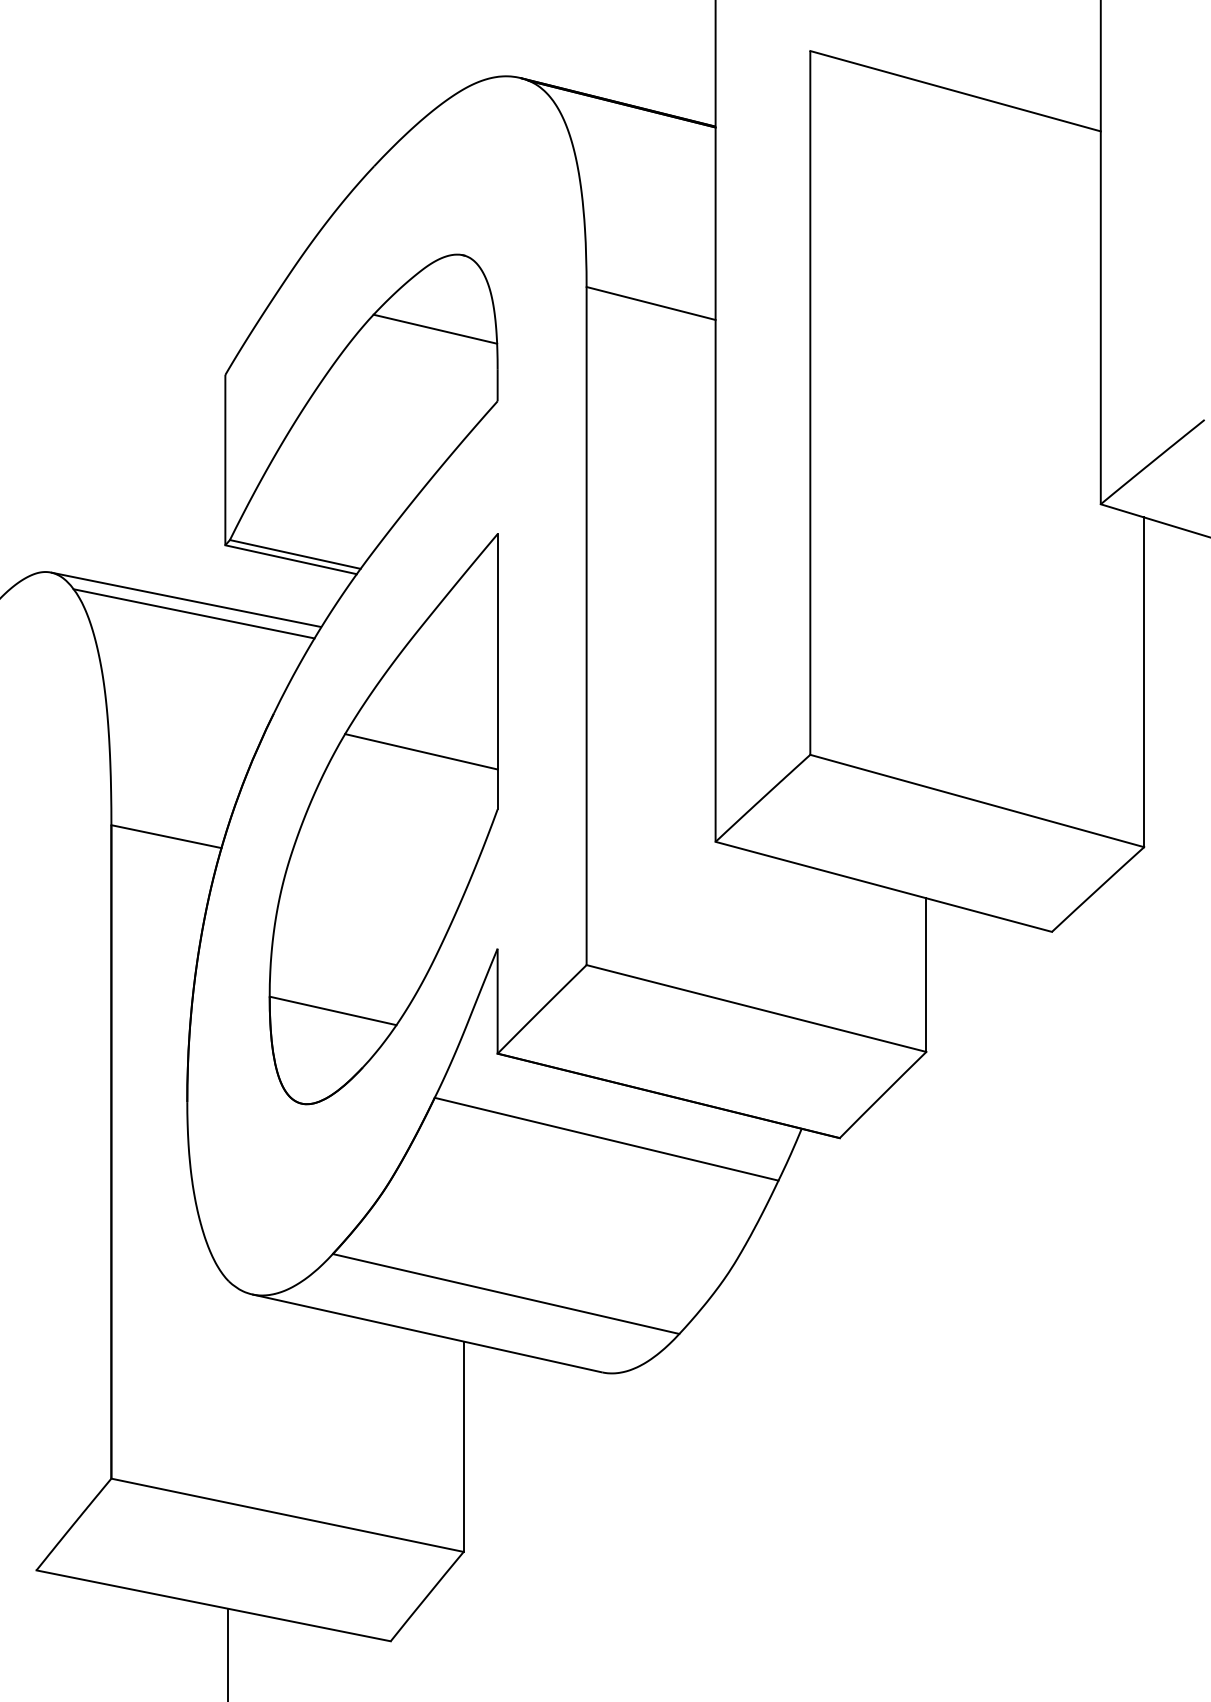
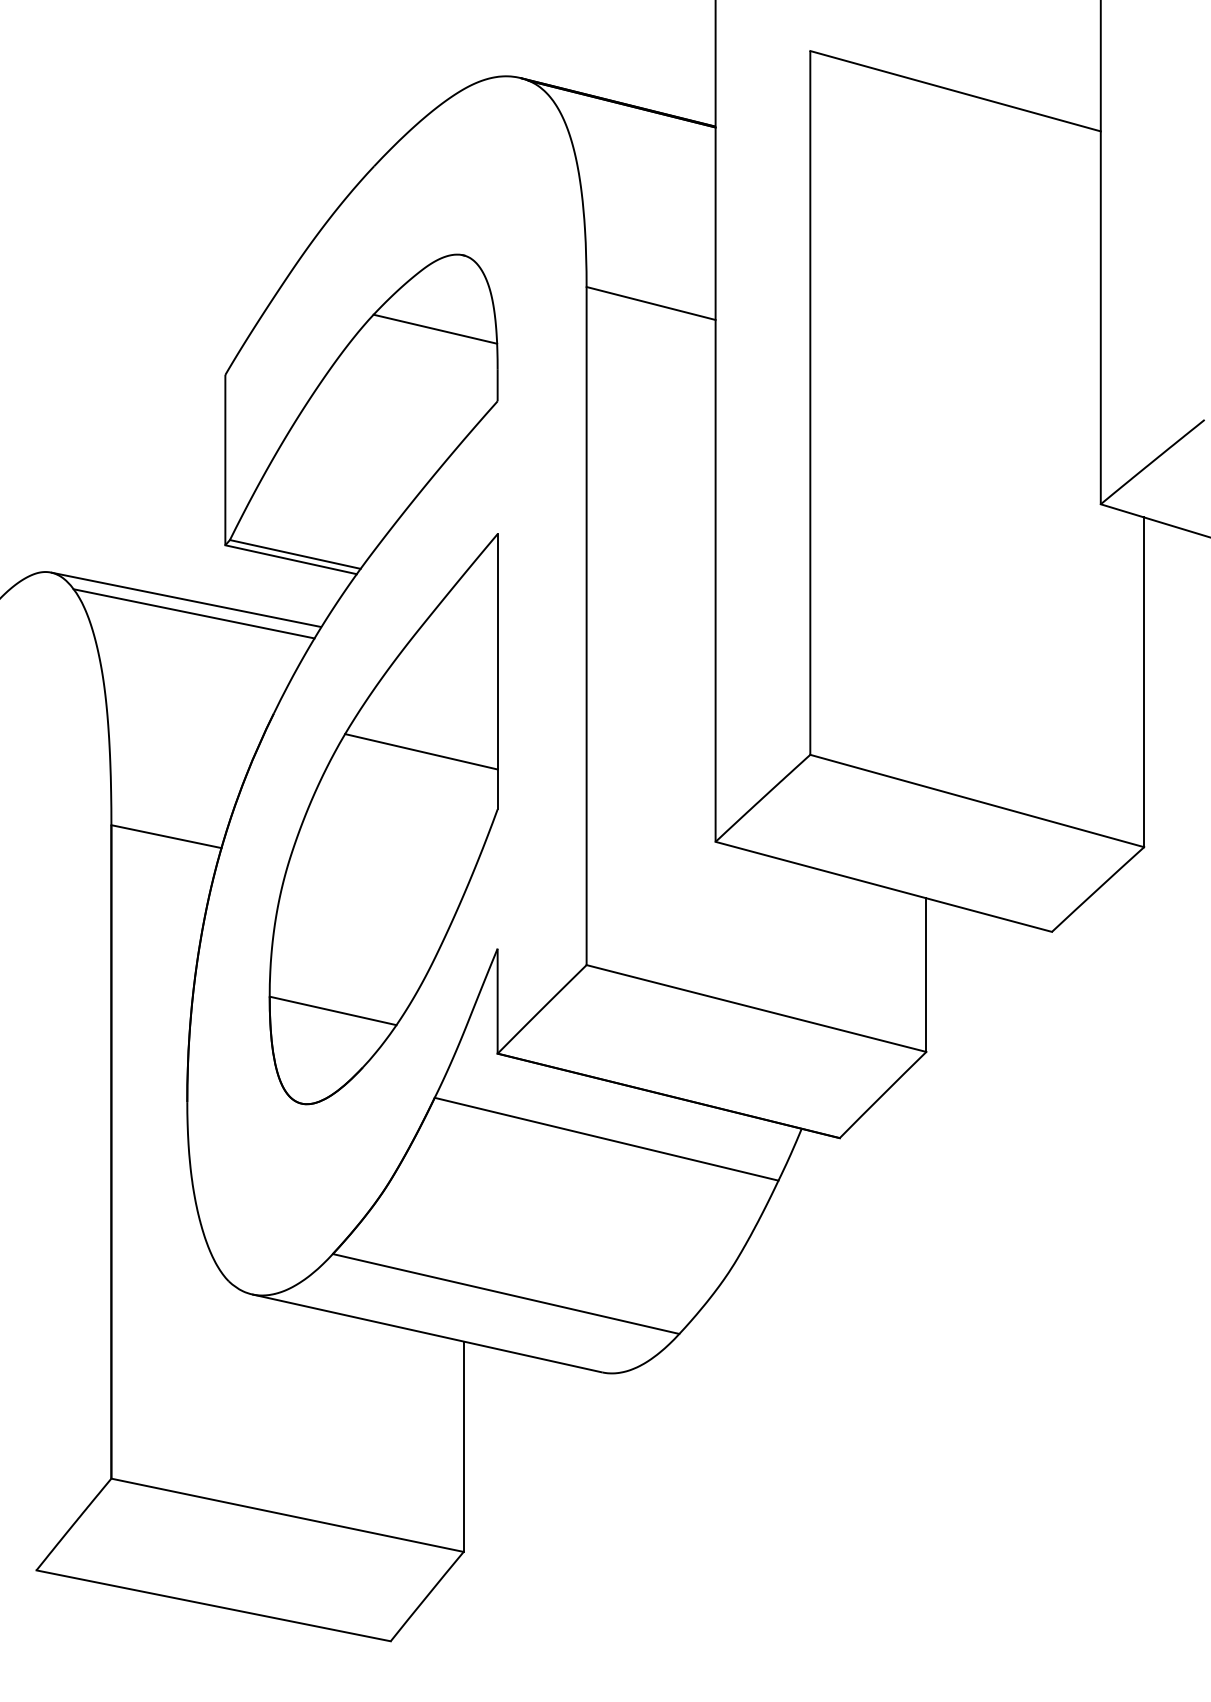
line at (228, 1653): present -> none
